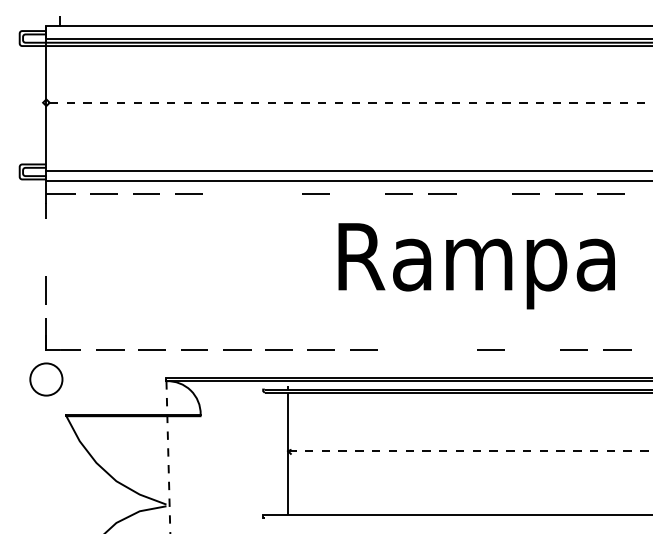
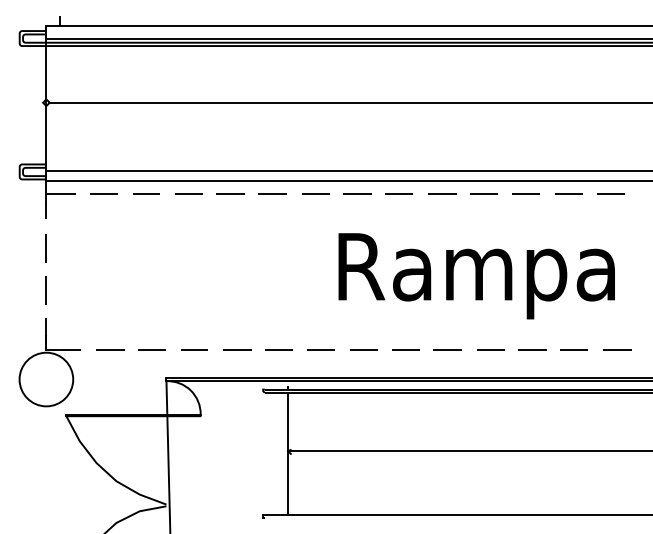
line at (351, 102): dashed -> solid
line at (230, 193): none -> present
line at (272, 193): none -> present
line at (357, 193): none -> present
line at (483, 193): none -> present
line at (45, 248): none -> present
text at (476, 266) position: (476, 266) -> (476, 276)
line at (405, 349): none -> present
line at (447, 349): none -> present
line at (532, 349): none -> present
circle at (46, 379) diameter: 32 px -> 54 px
line at (471, 451): dashed -> solid
line at (168, 457): dashed -> solid
